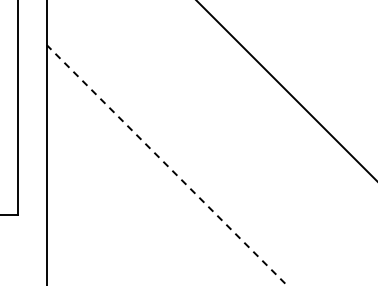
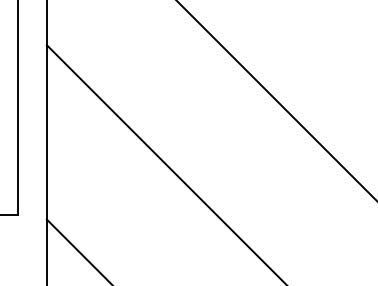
line at (286, 90) position: (286, 90) -> (276, 100)
line at (166, 165): dashed -> solid
line at (77, 250): none -> present
